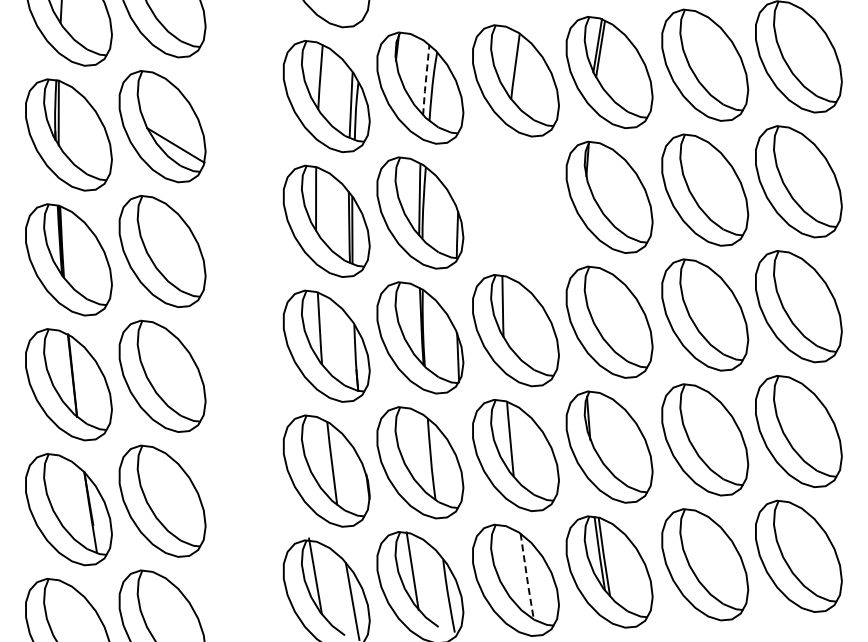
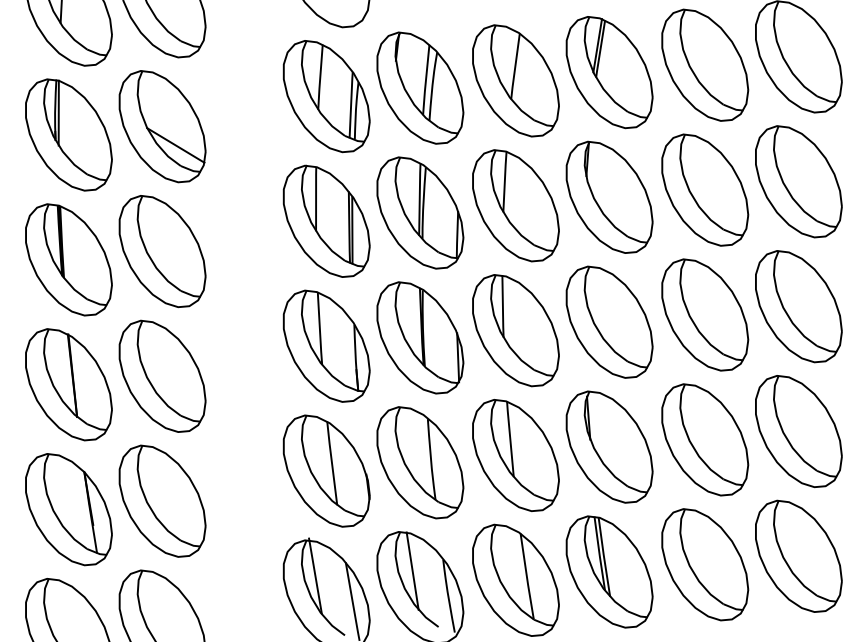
line at (425, 80): dashed -> solid
part at (515, 205): none -> present
line at (527, 577): dashed -> solid
